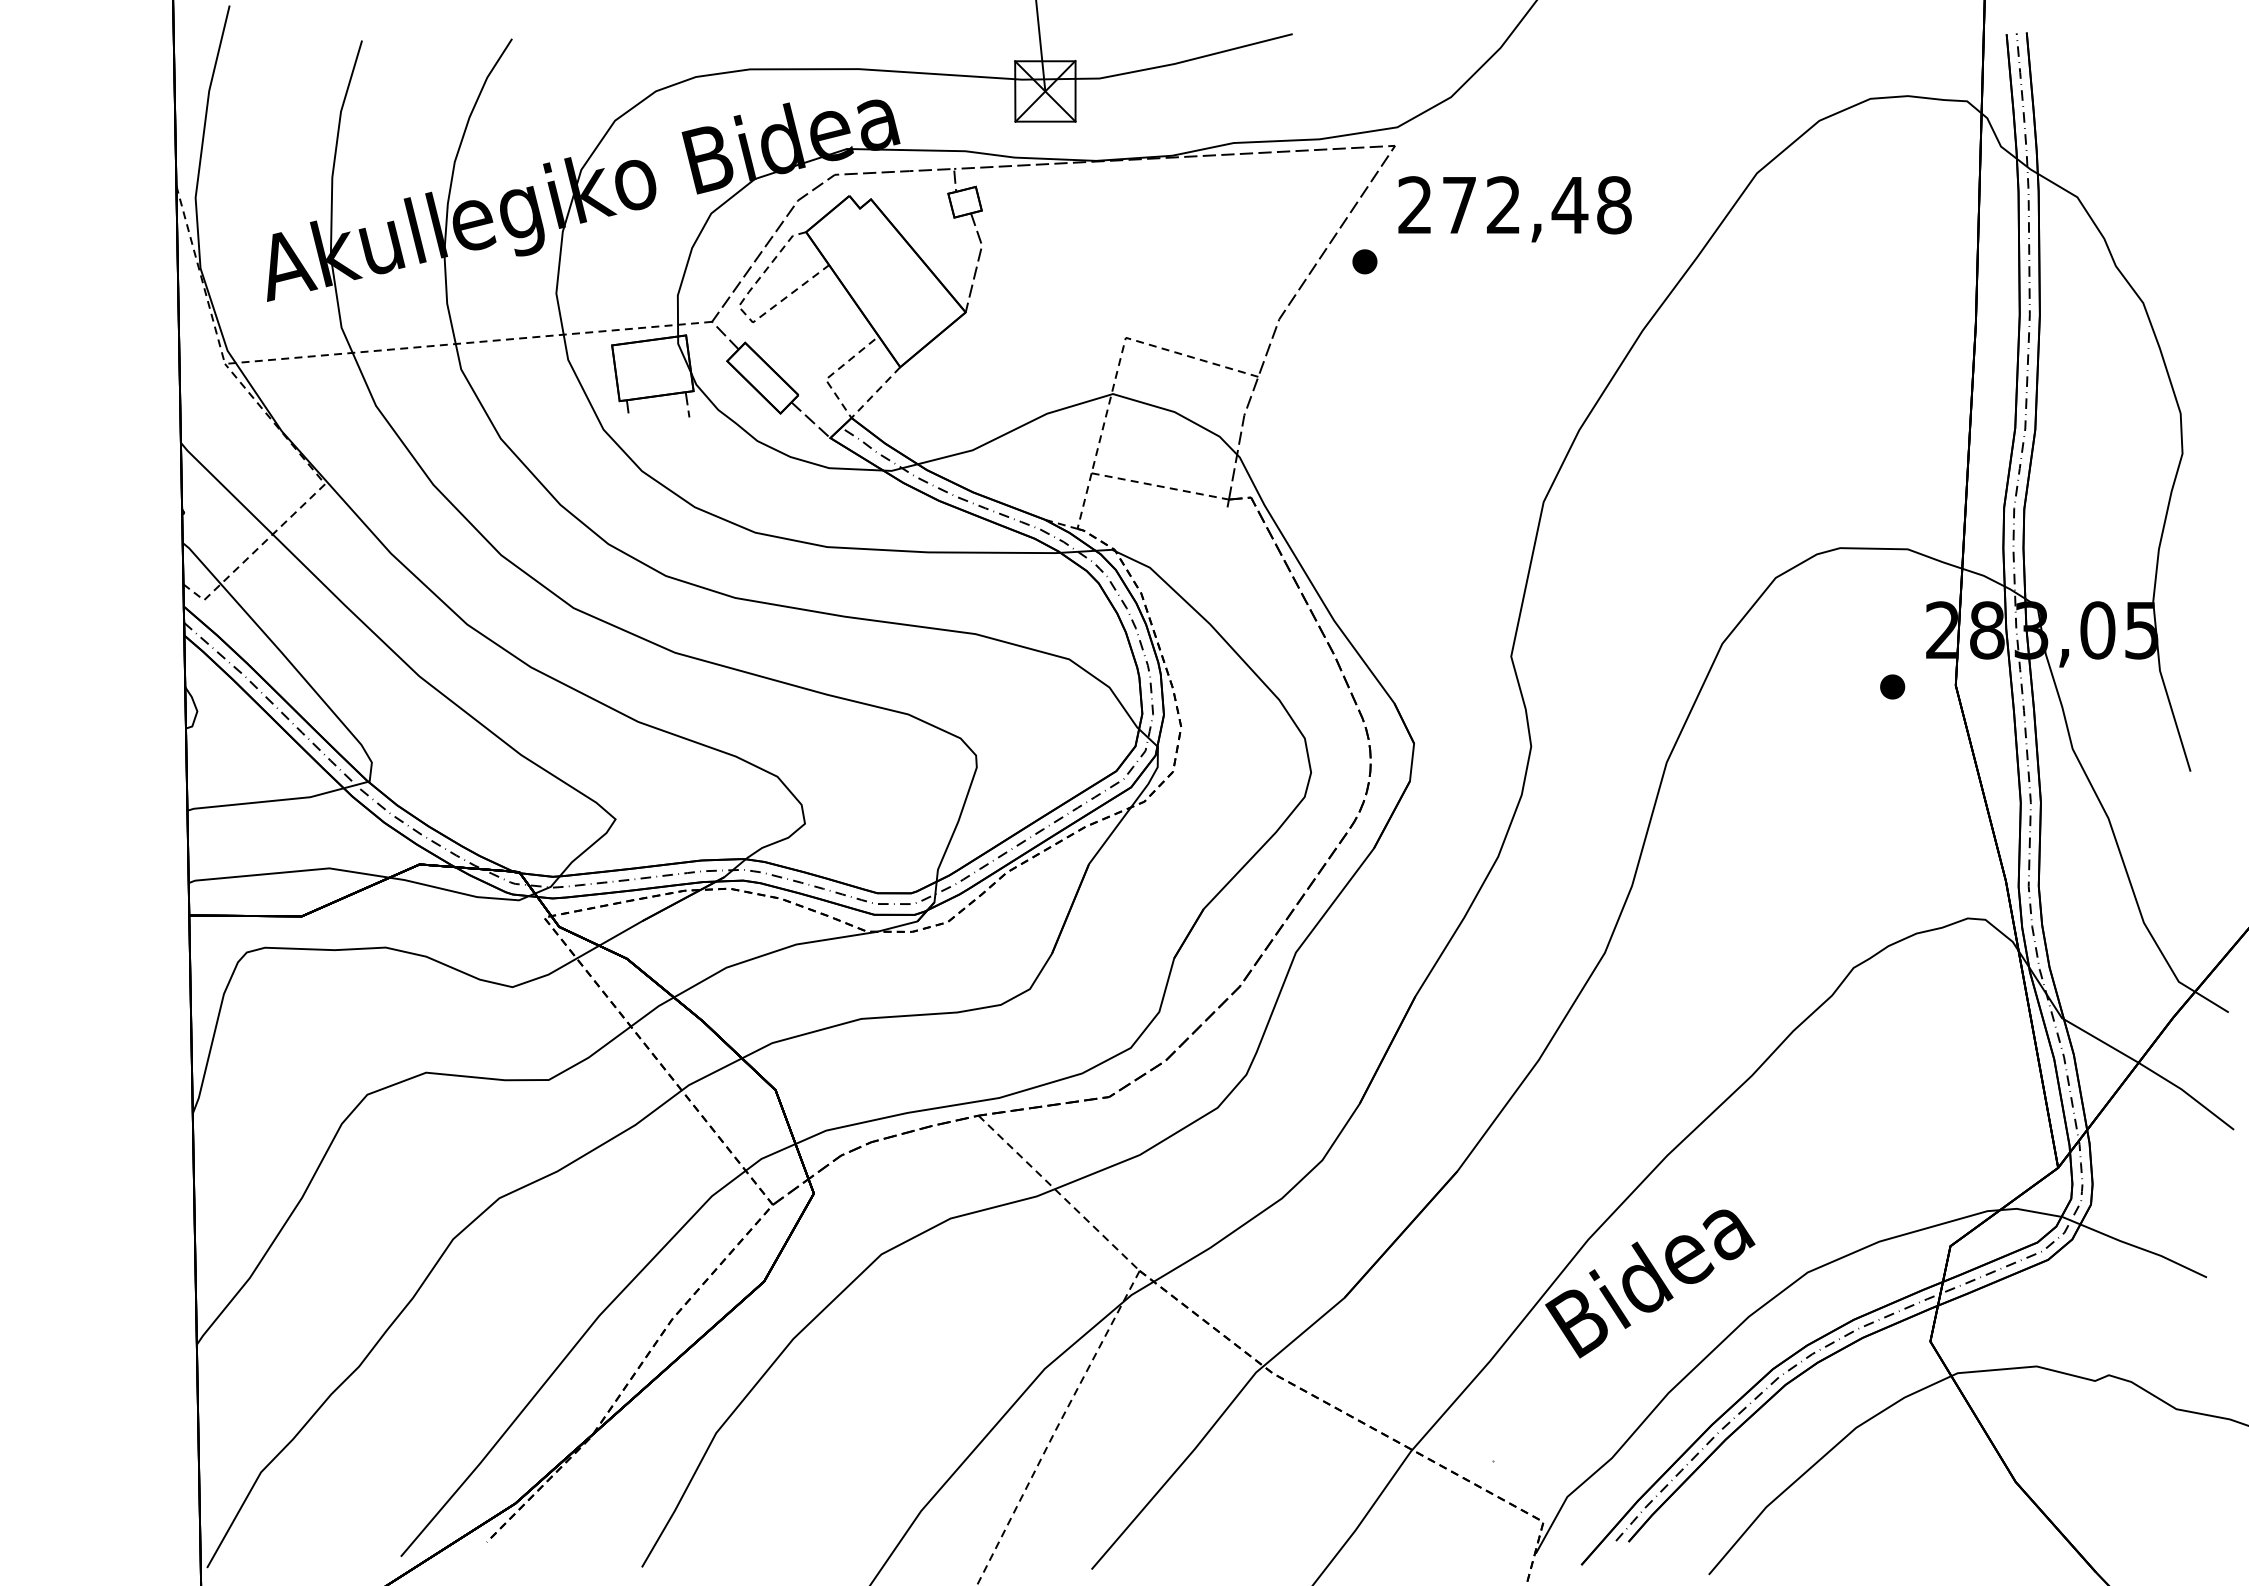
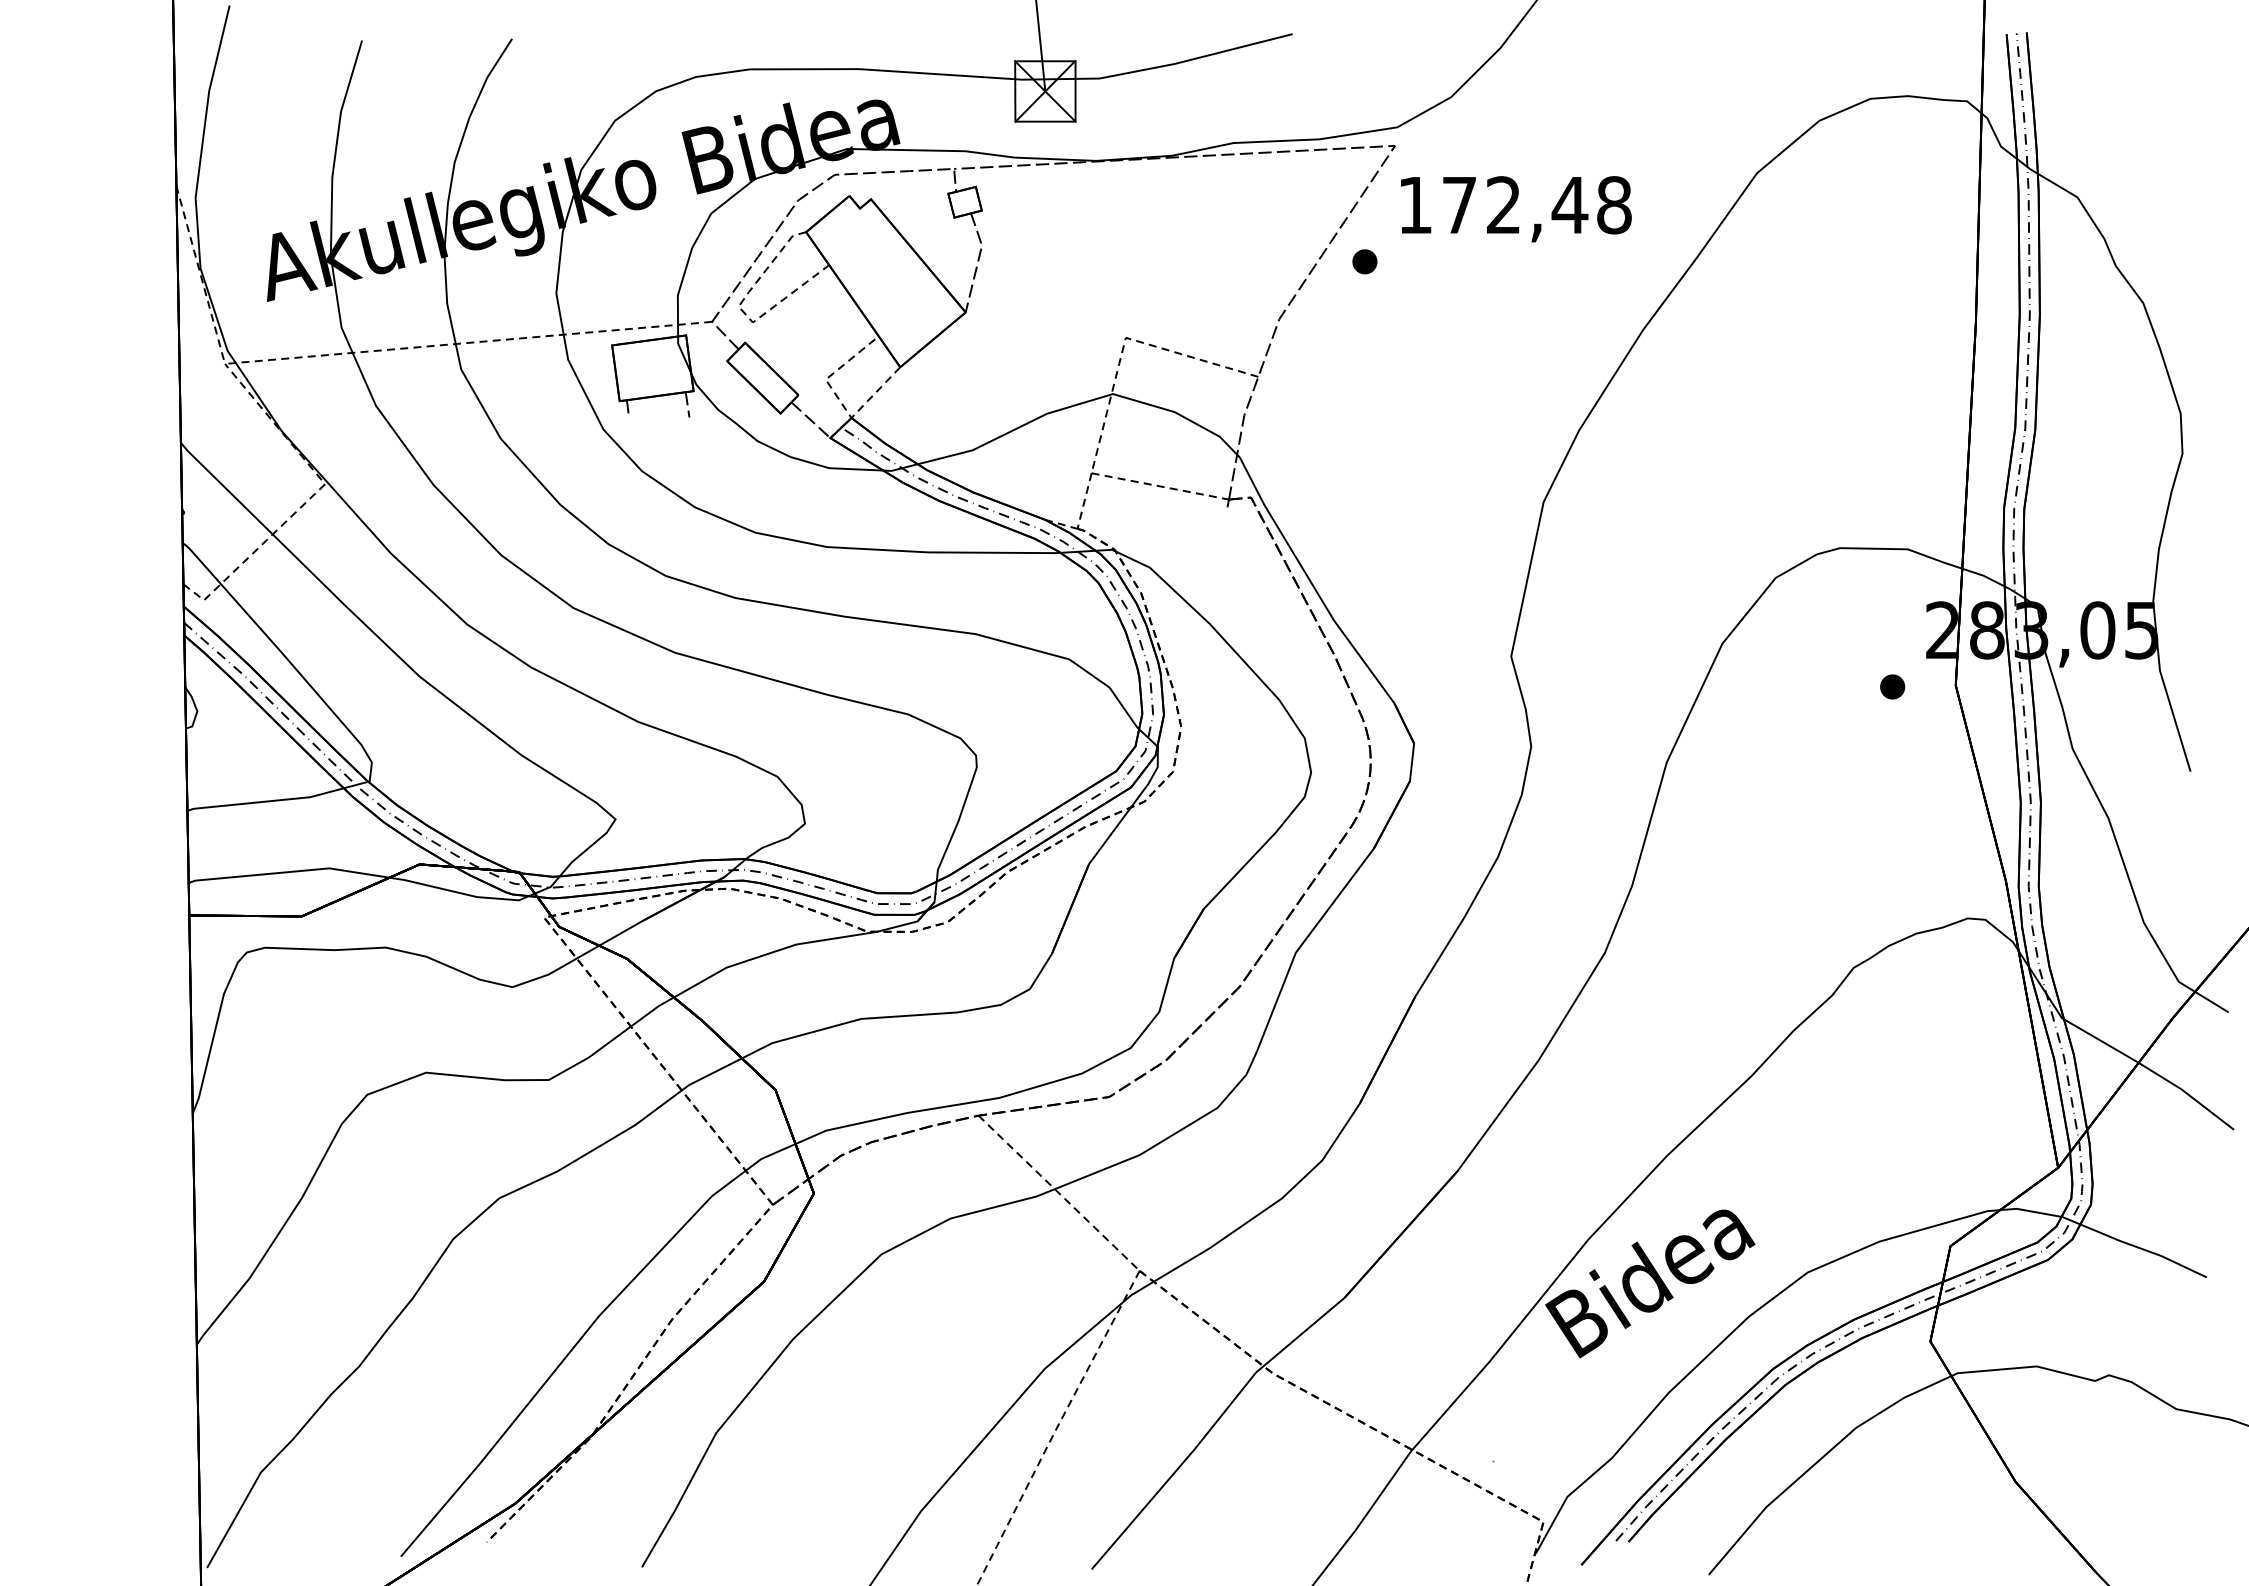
text at (1414, 204): 272,48 -> 172,48
